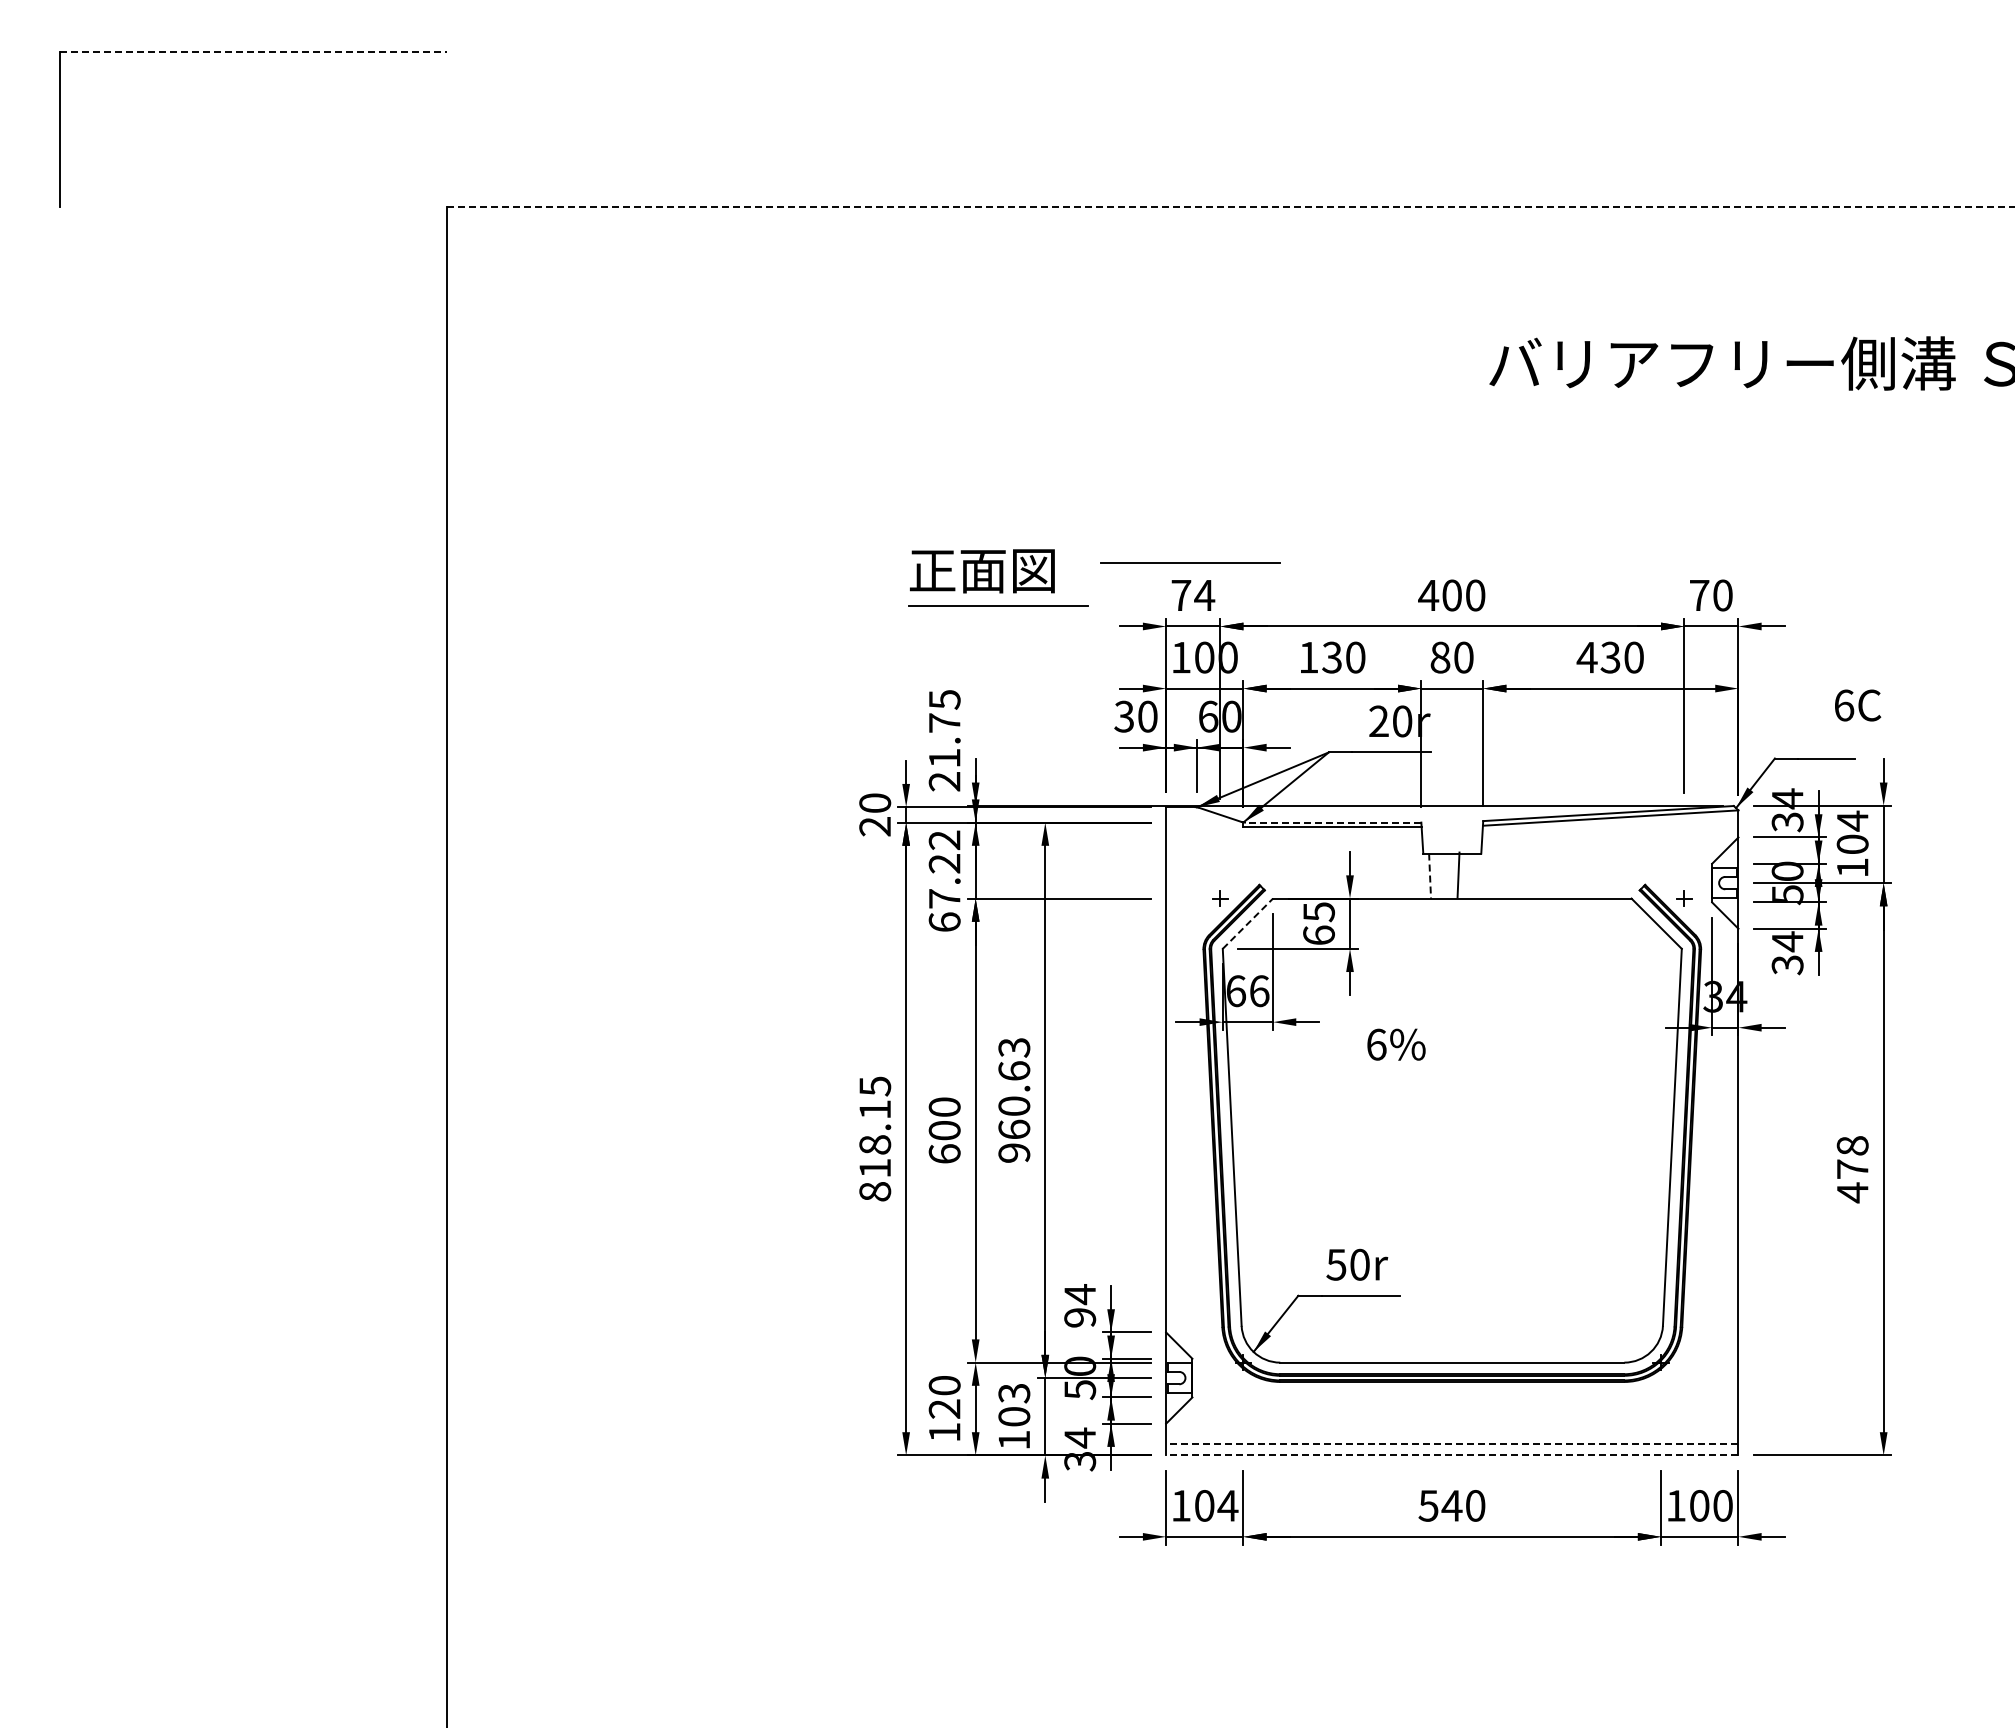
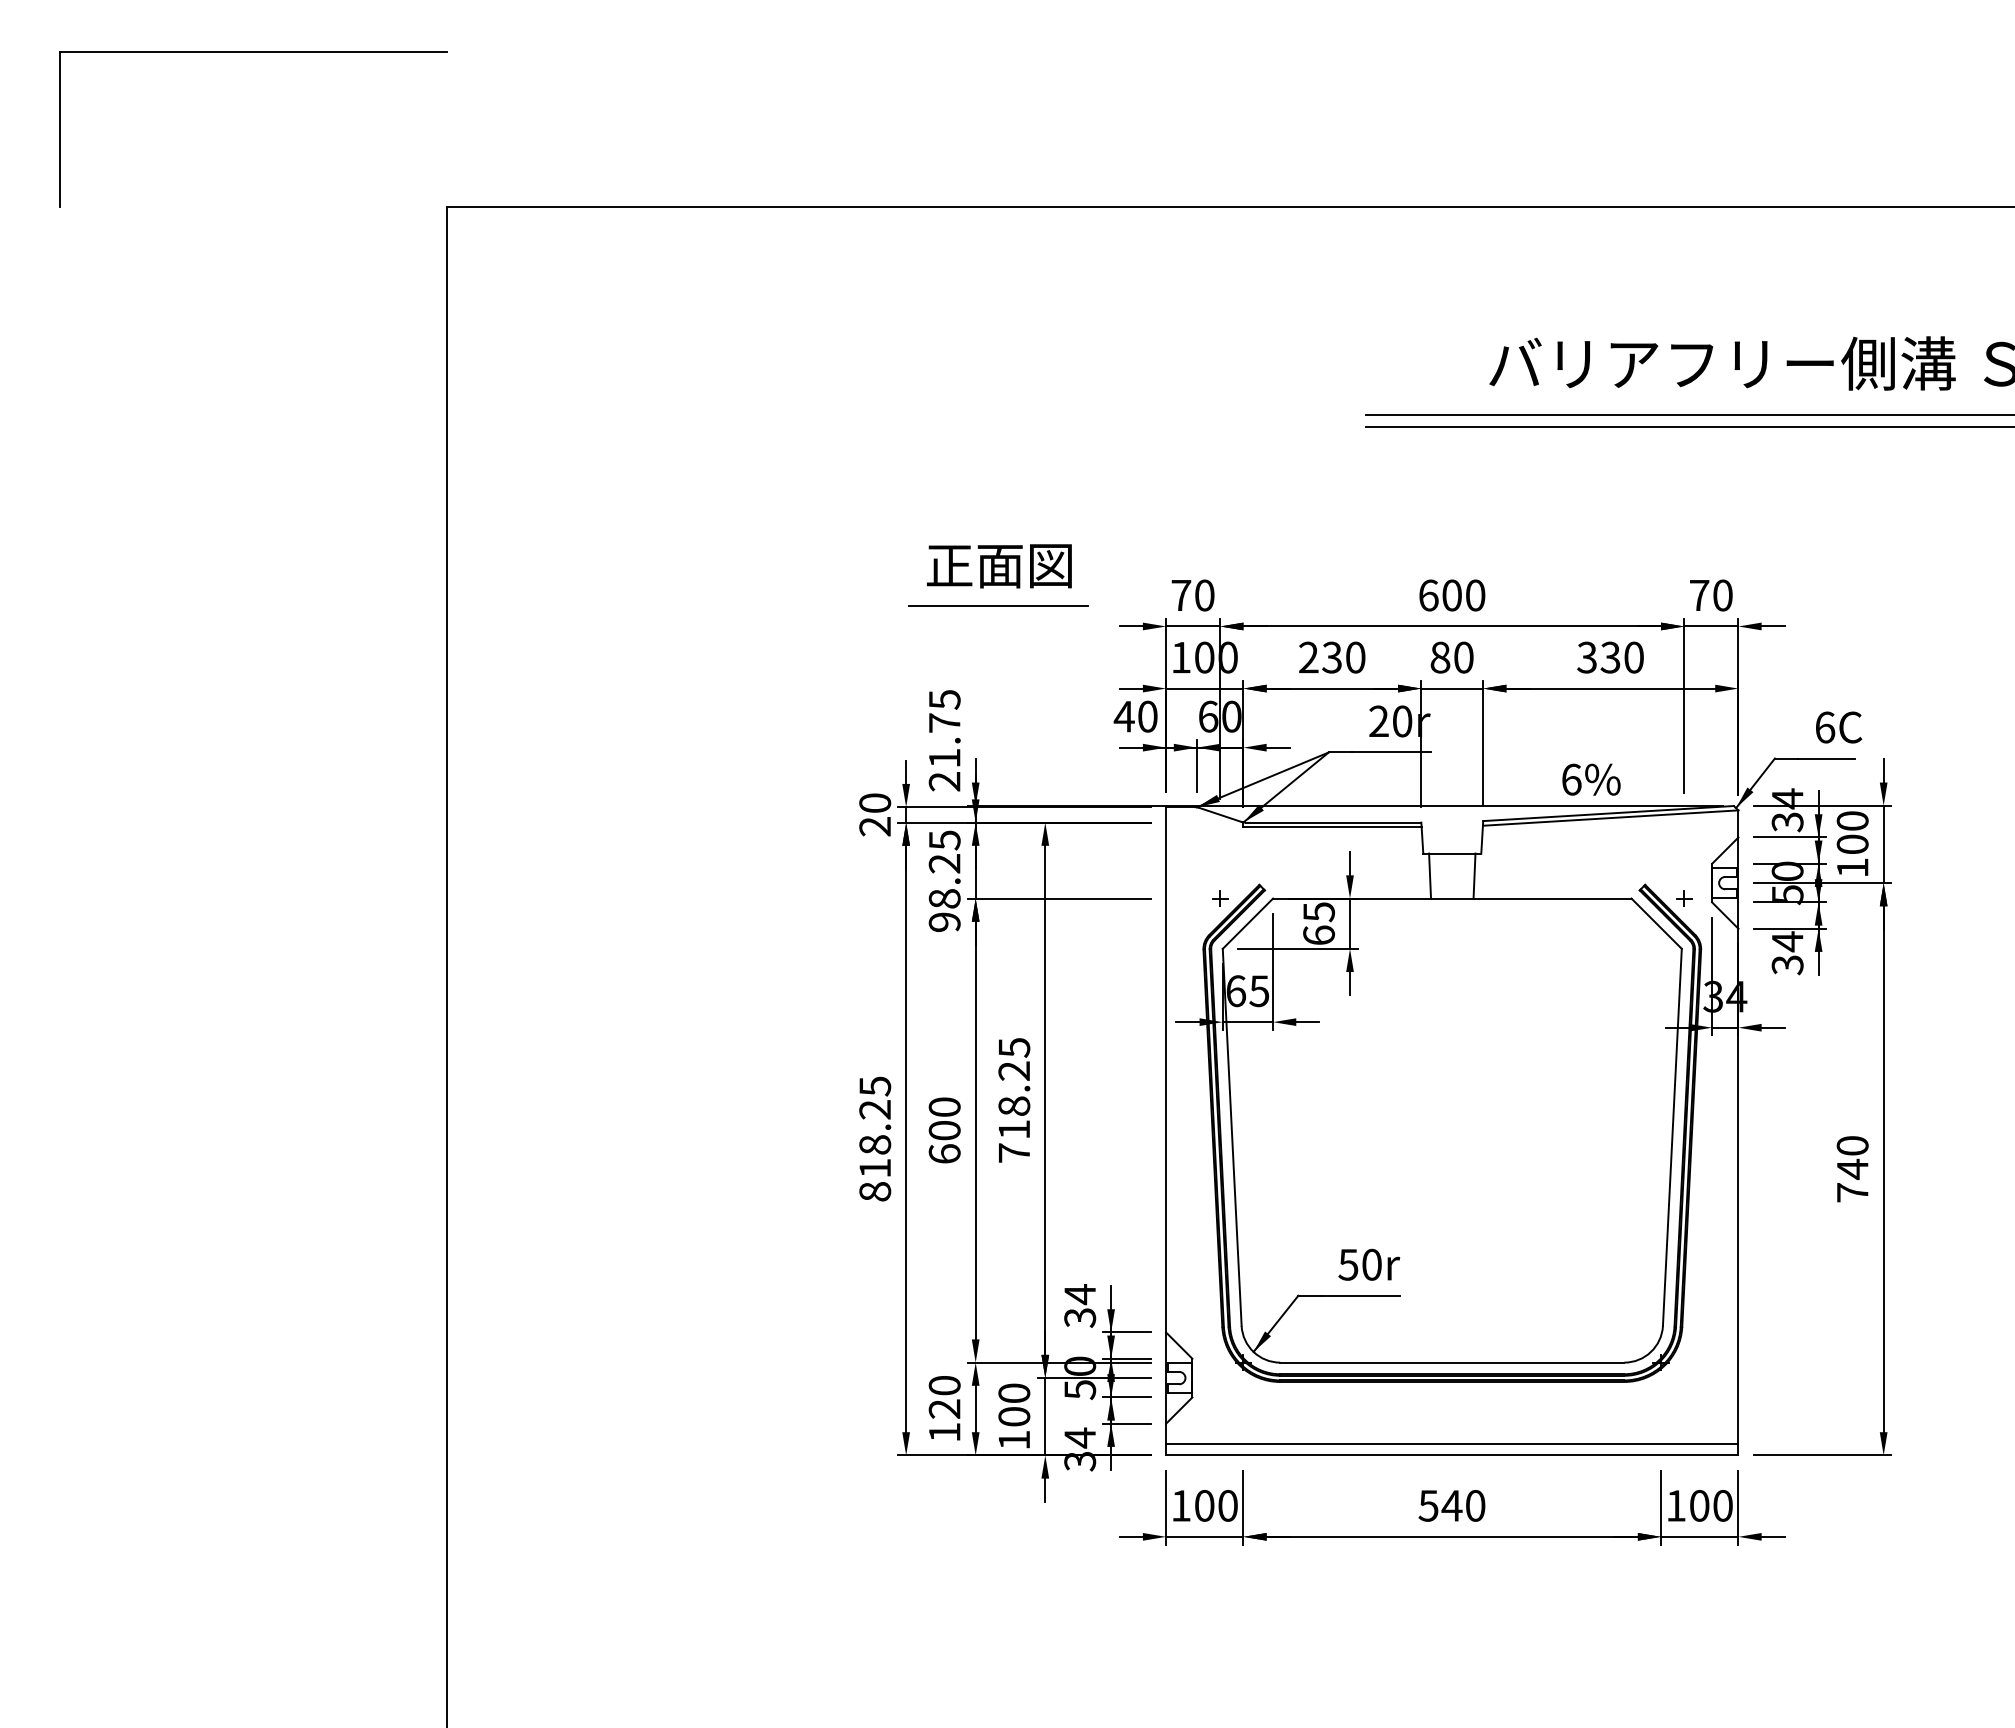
line at (254, 51): dashed -> solid
line at (1231, 206): dashed -> solid
line at (1688, 415): none -> present
line at (1688, 427): none -> present
line at (1190, 562): present -> none
text at (982, 571) position: (982, 571) -> (999, 566)
text at (1204, 595): 74 -> 70
text at (1428, 595): 400 -> 600
text at (1308, 657): 130 -> 230
text at (1586, 657): 430 -> 330
text at (1858, 705) position: (1858, 705) -> (1839, 727)
text at (1123, 716): 30 -> 40
text at (1852, 820): 104 -> 100
line at (1333, 822): dashed -> solid
line at (1458, 874) position: (1458, 874) -> (1474, 875)
line at (1430, 876): dashed -> solid
text at (944, 880): 67.22 -> 98.25
line at (1247, 923): dashed -> solid
text at (1259, 991): 66 -> 65
text at (1396, 1044) position: (1396, 1044) -> (1591, 779)
text at (1014, 1100): 960.63 -> 718.25
text at (874, 1109): 818.15 -> 818.25
text at (1852, 1169): 478 -> 740
text at (1357, 1264) position: (1357, 1264) -> (1369, 1264)
text at (1080, 1317): 94 -> 34
text at (1014, 1393): 103 -> 100
line at (1451, 1443): dashed -> solid
line at (1451, 1455): dashed -> solid
text at (1227, 1505): 104 -> 100
